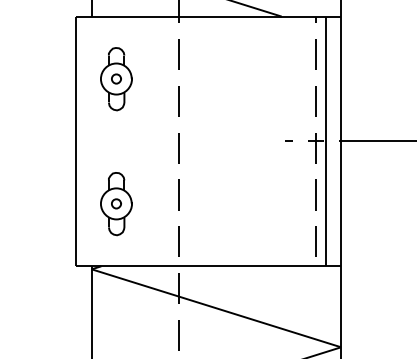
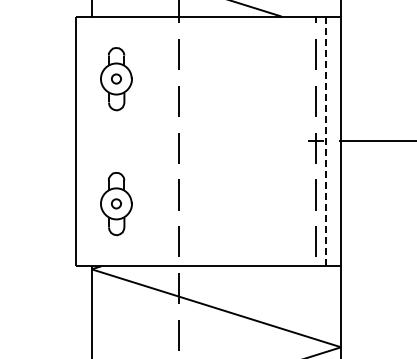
part at (288, 140): present -> none
line at (325, 141): solid -> dashed
